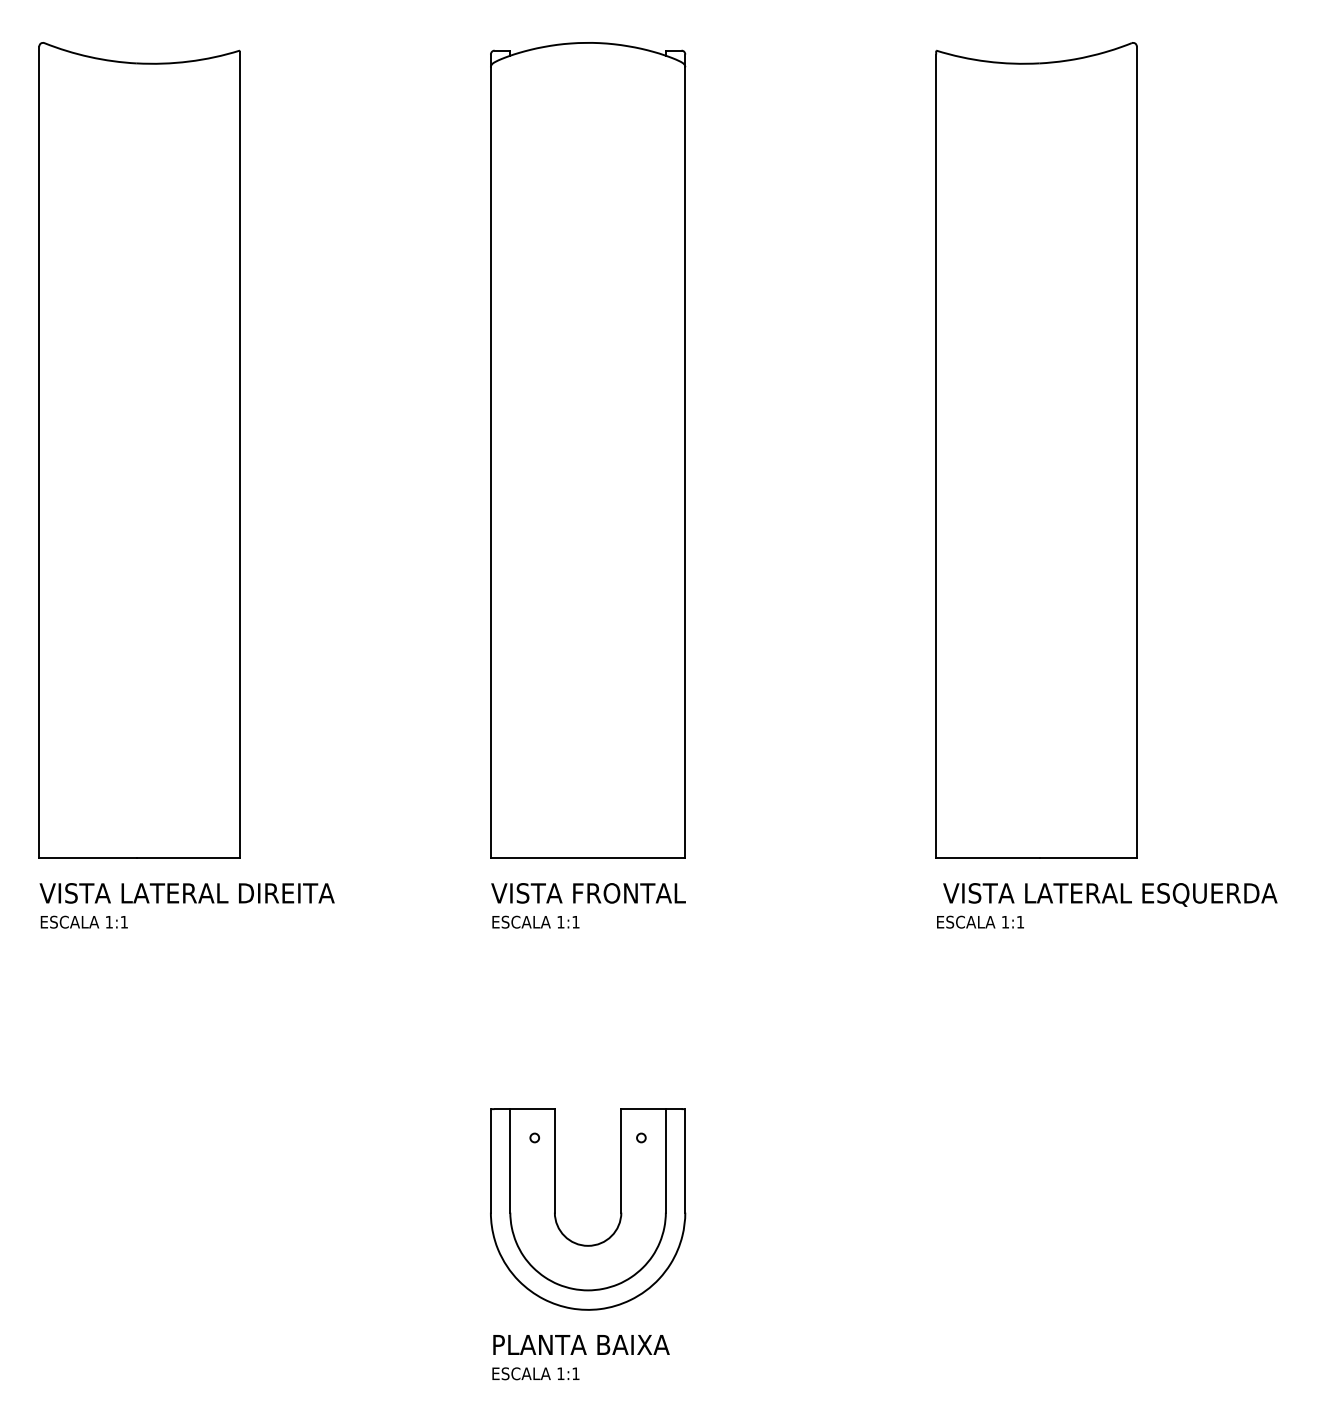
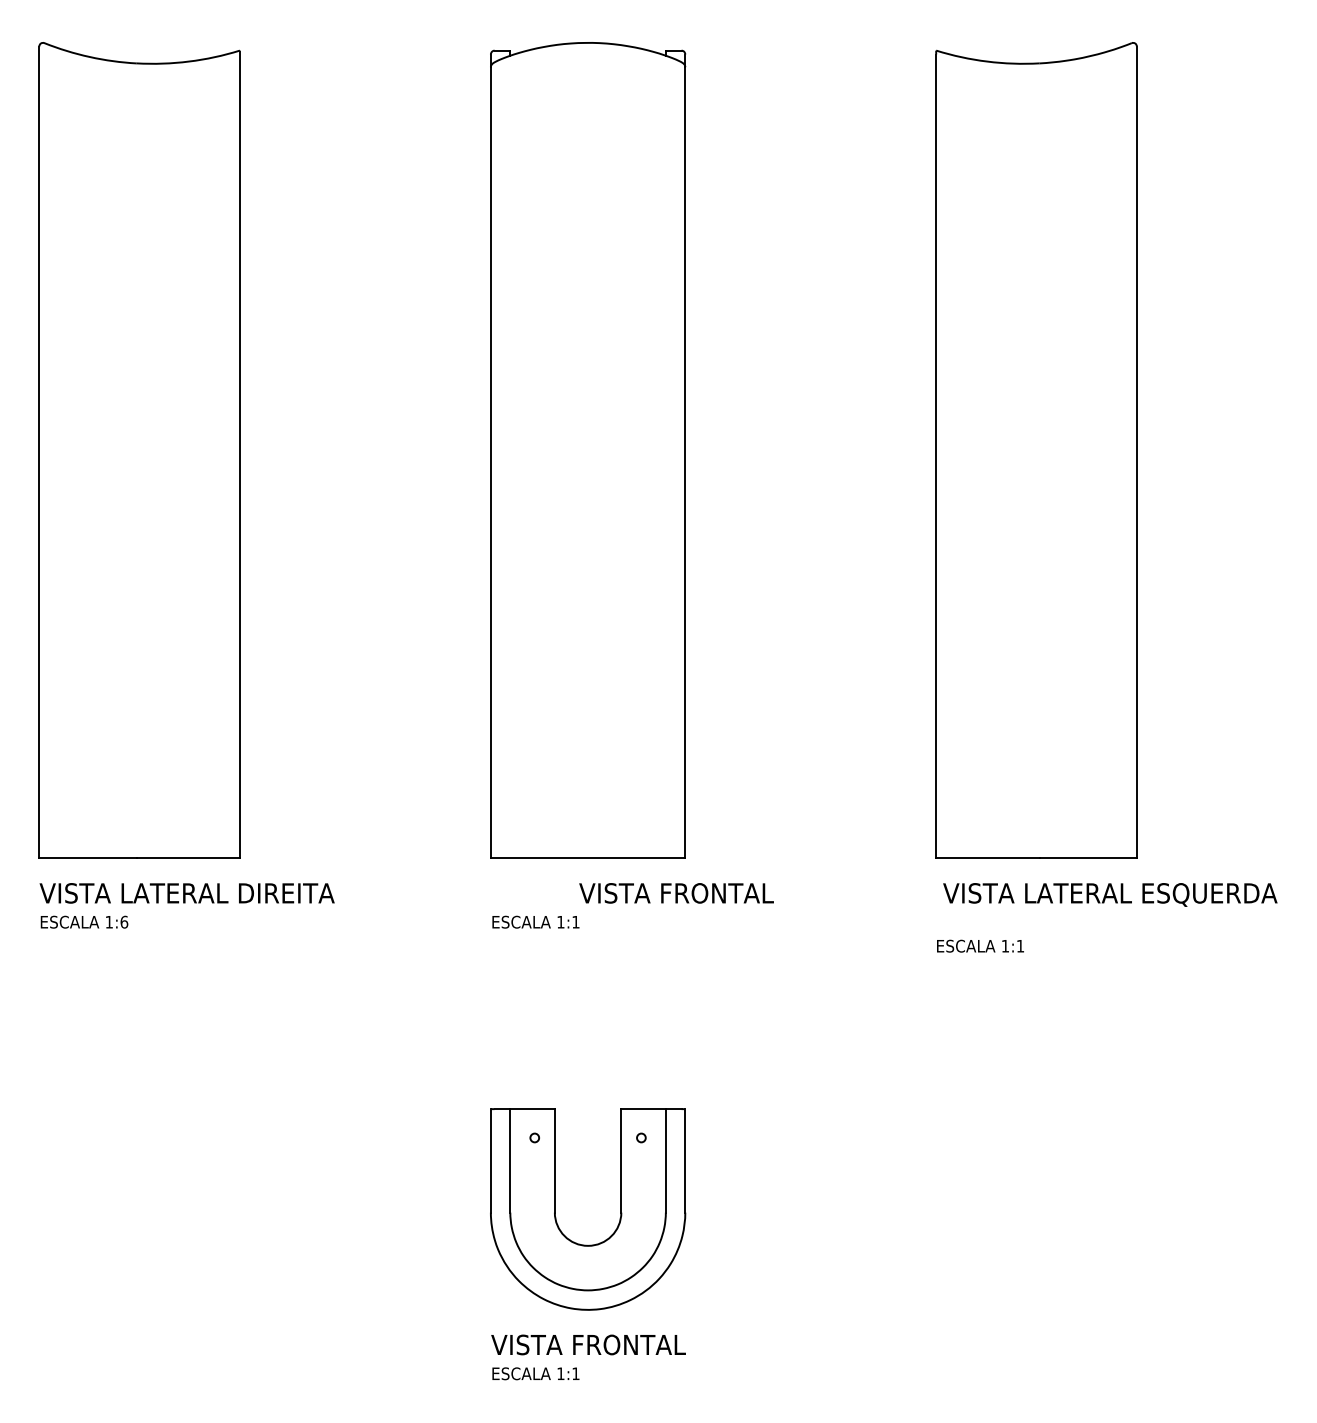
text at (588, 893) position: (588, 893) -> (676, 893)
text at (124, 921): 1:1 -> 1:6
text at (980, 921) position: (980, 921) -> (980, 945)
text at (588, 1344): PLANTA BAIXA -> VISTA FRONTAL
